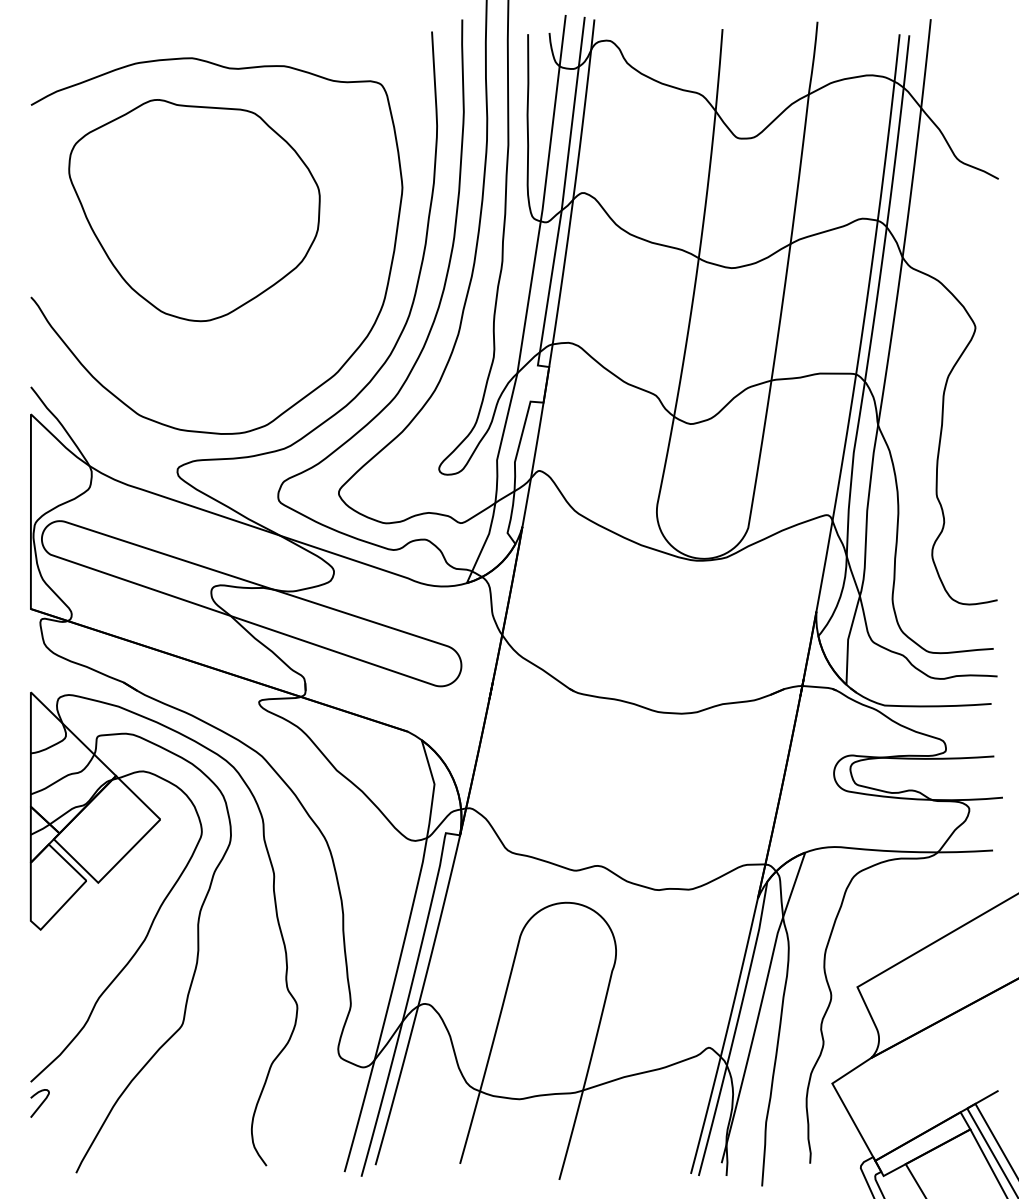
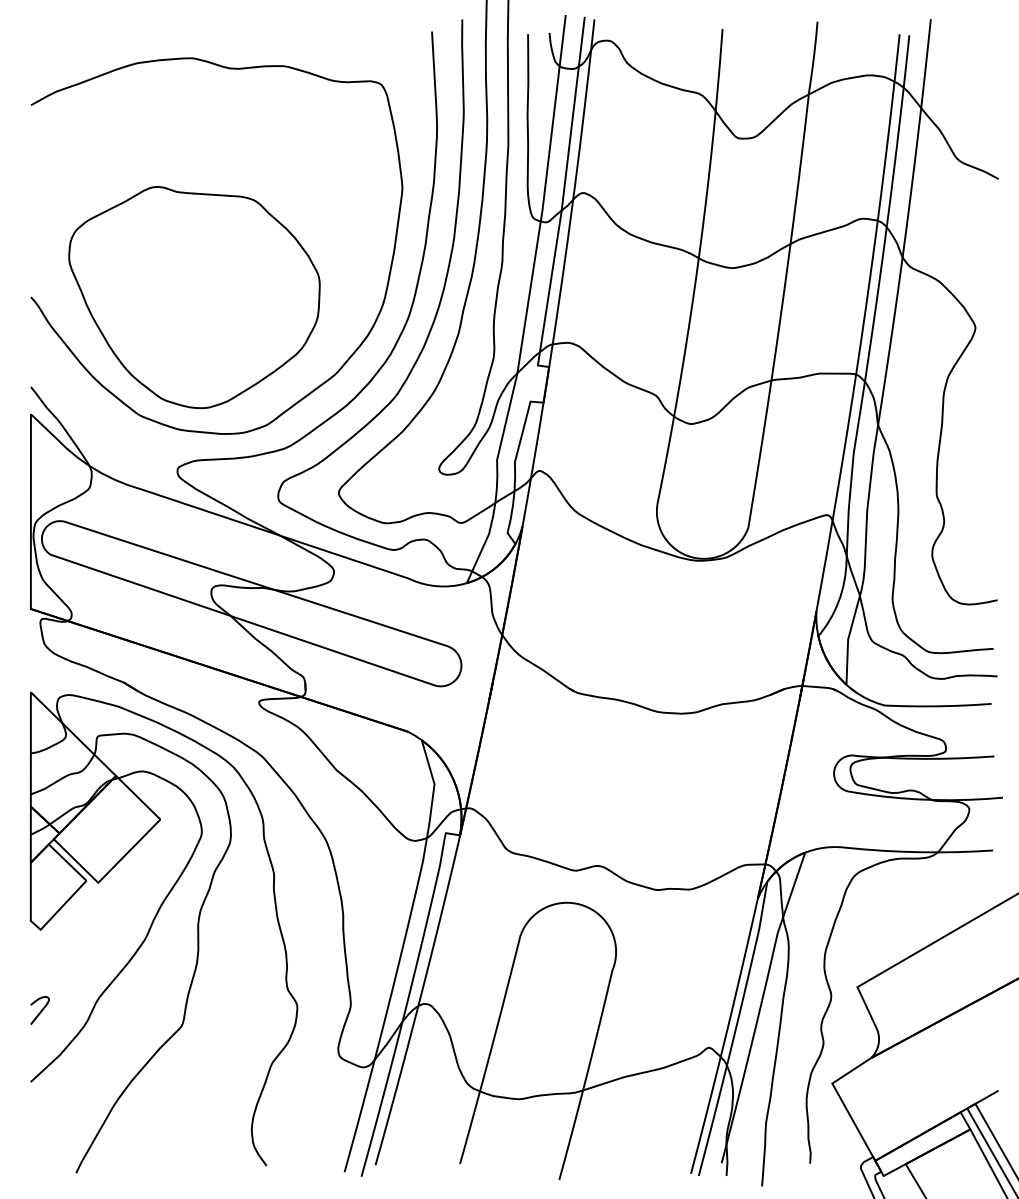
part at (194, 210) position: (194, 210) -> (194, 297)
curve at (40, 1103) position: (40, 1103) -> (40, 1010)
